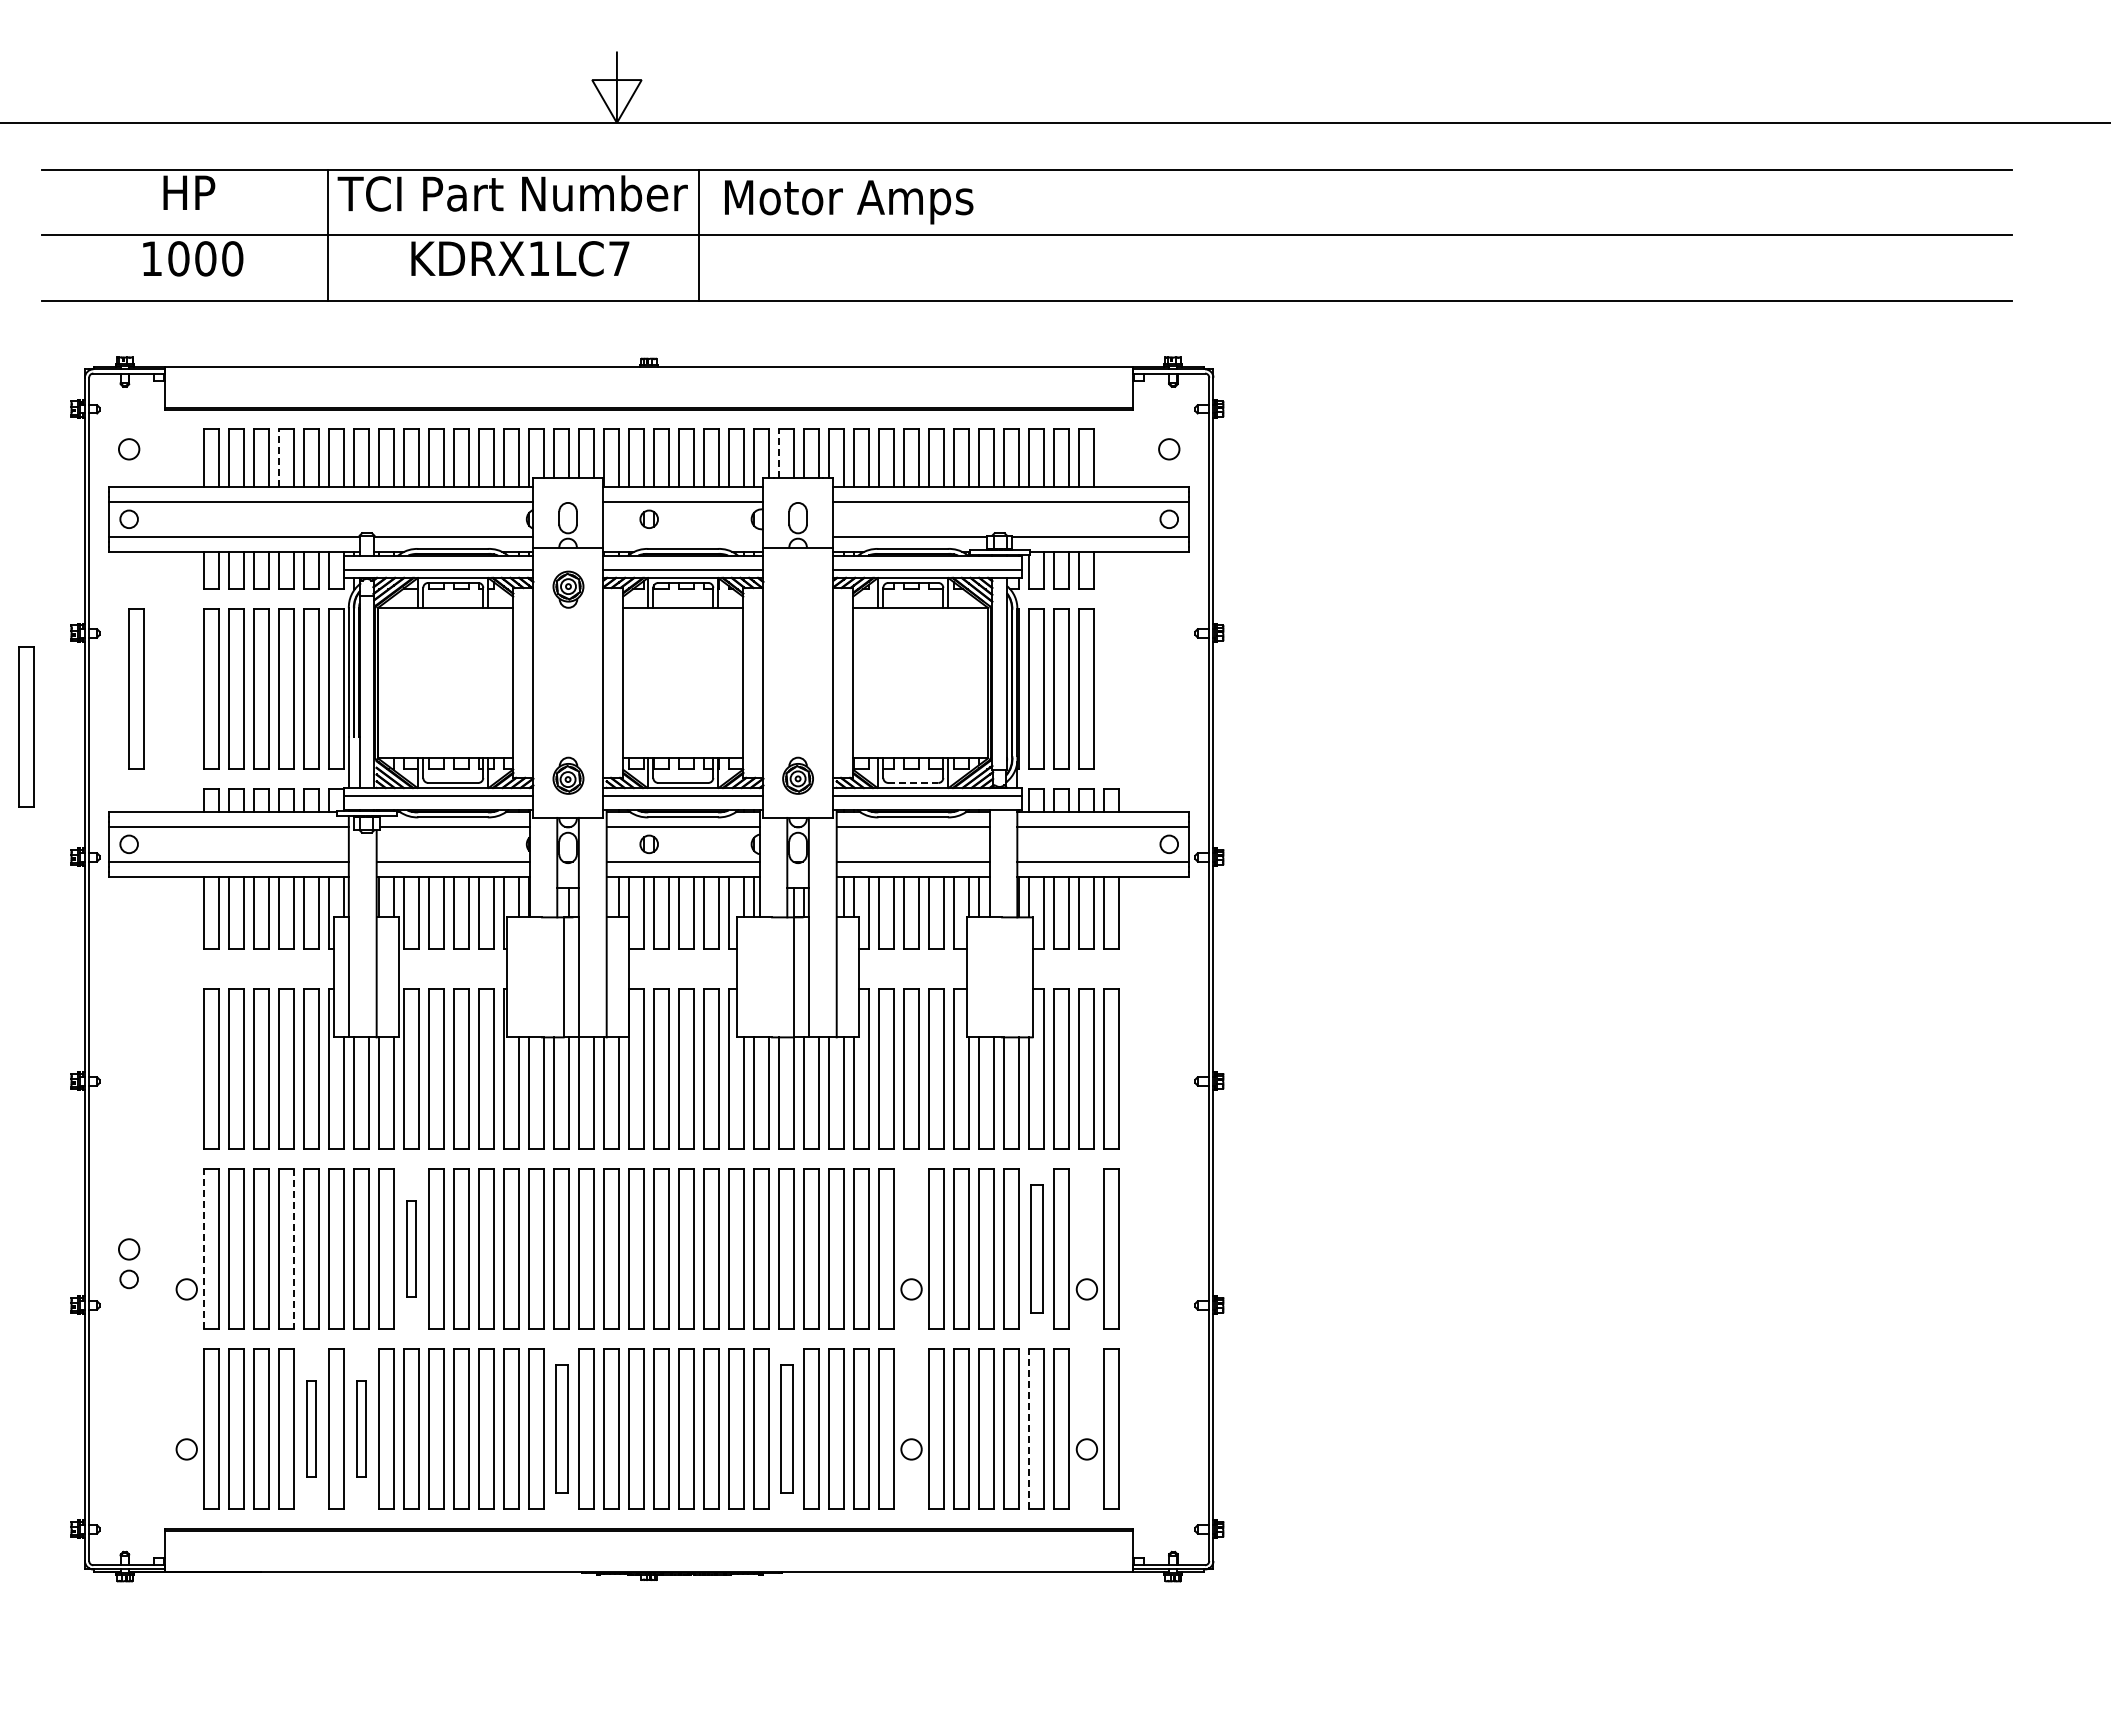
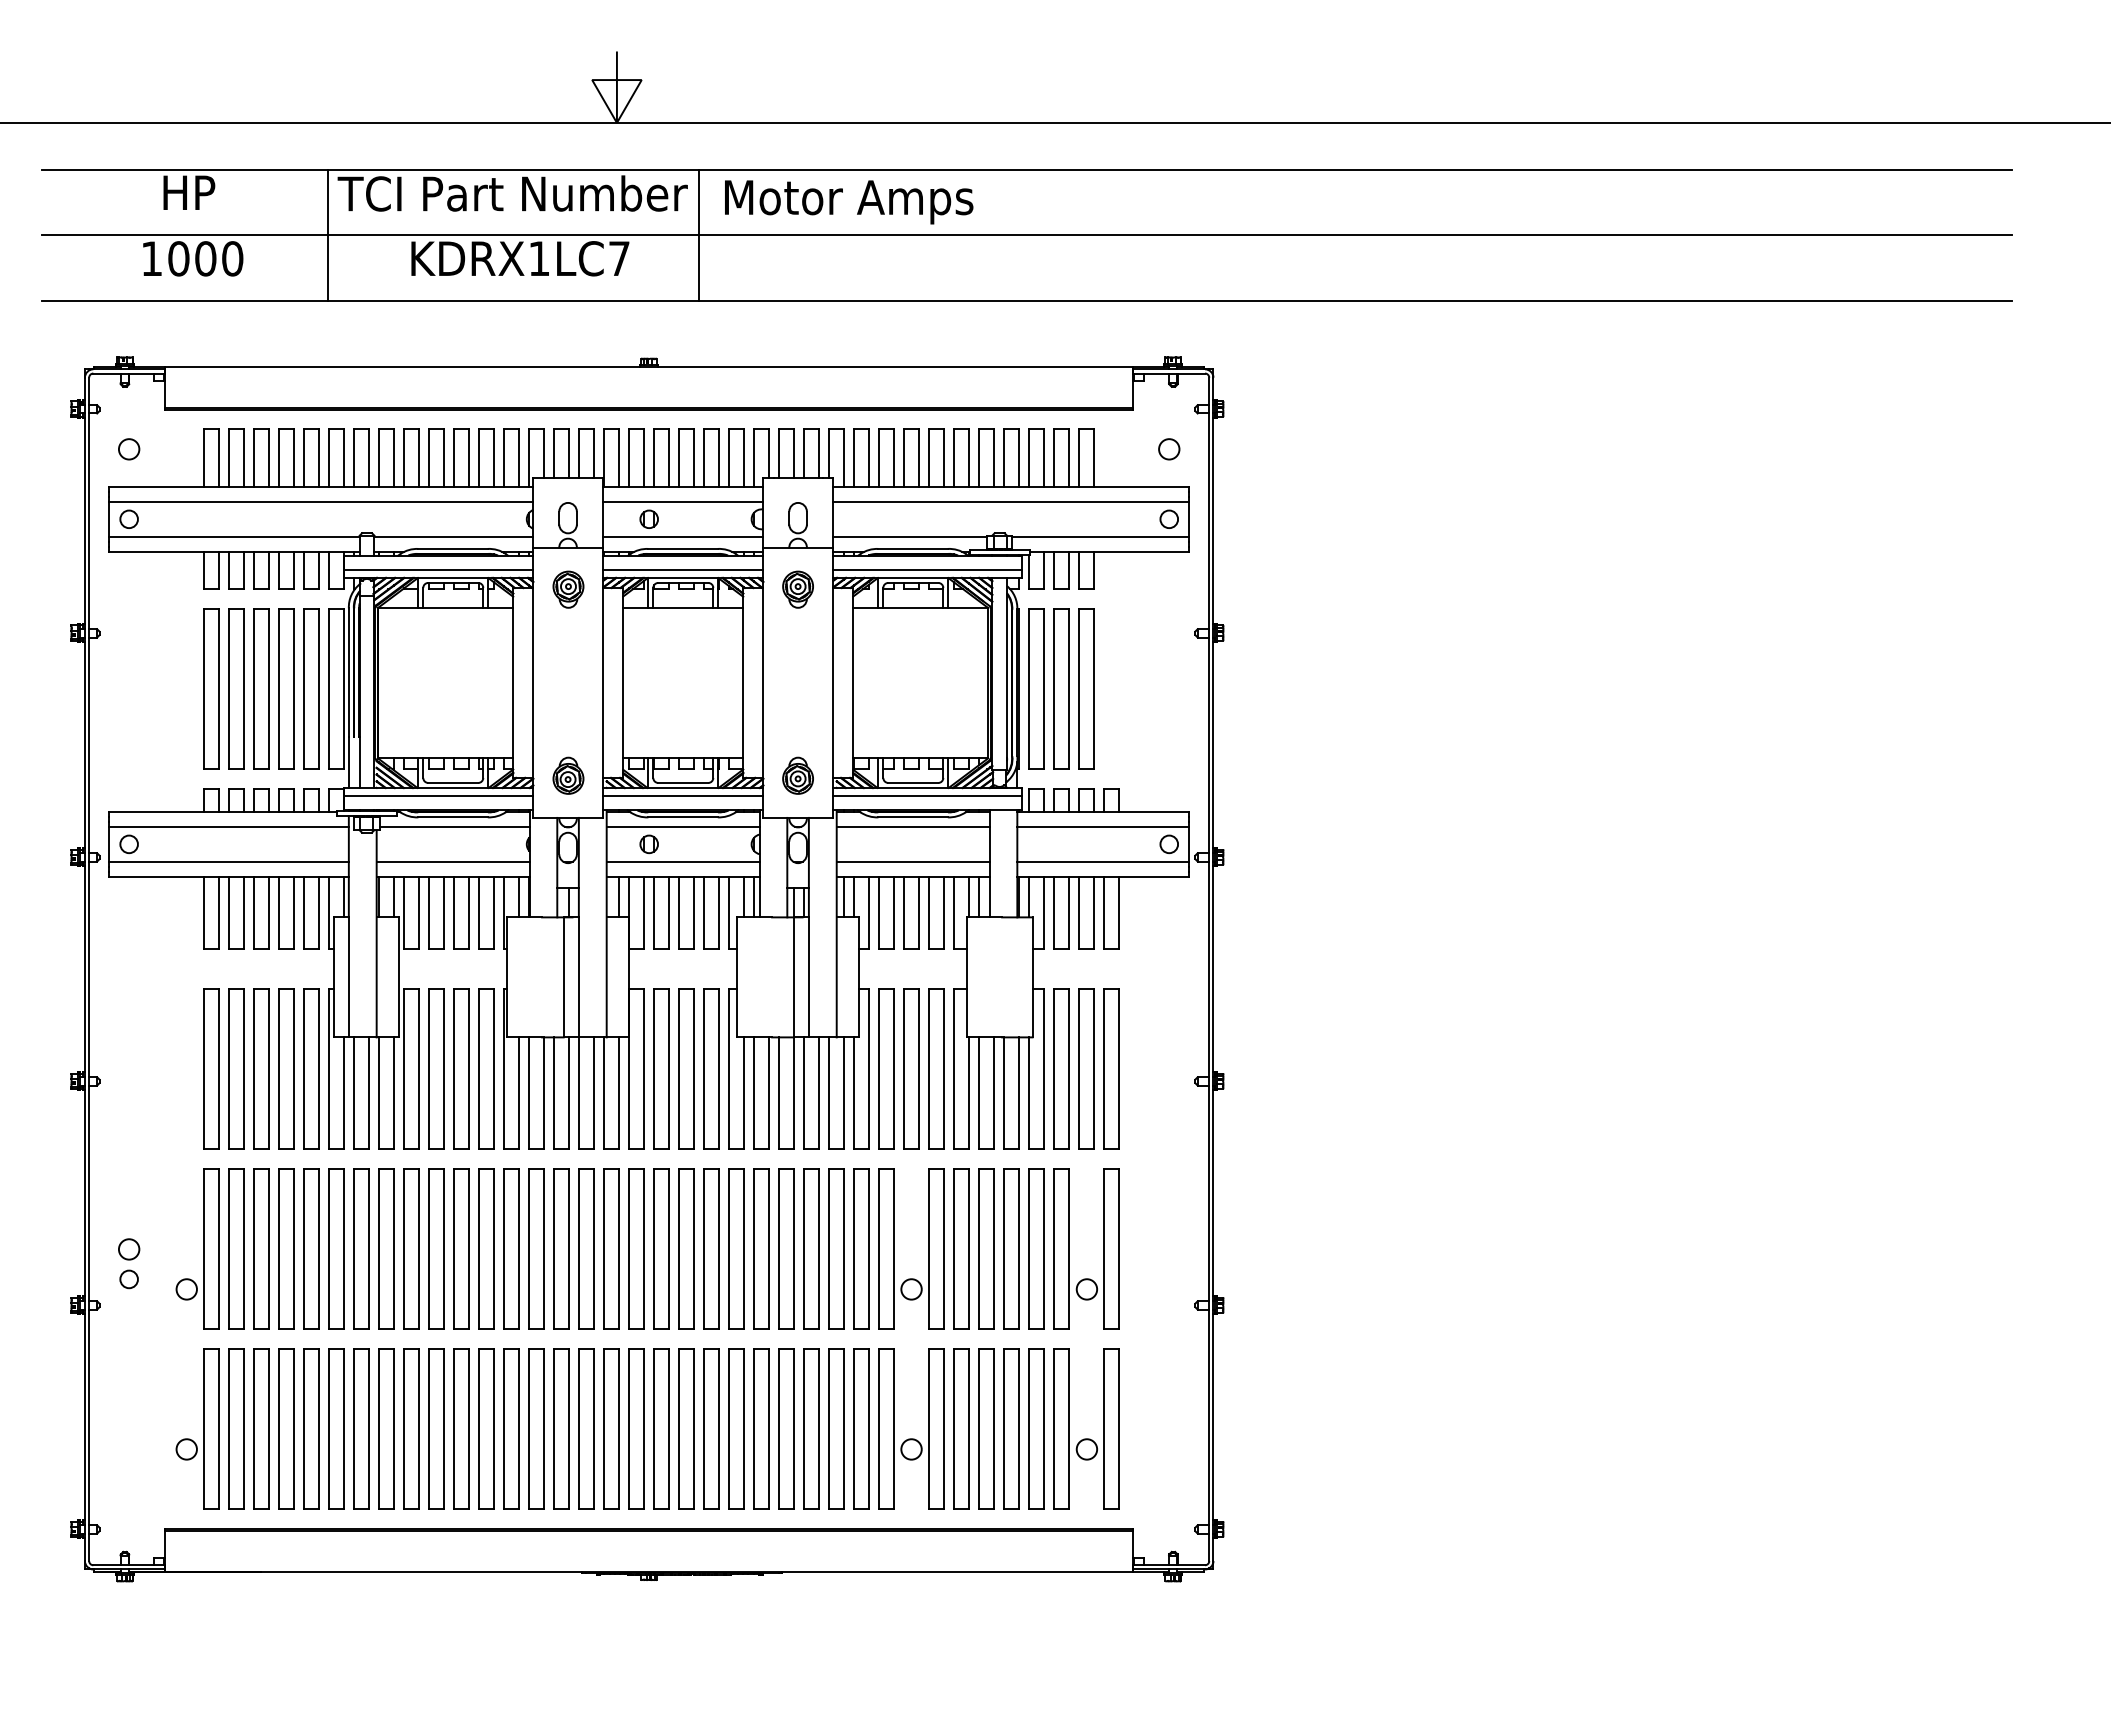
line at (779, 453): dashed -> solid
line at (279, 458): dashed -> solid
line at (683, 536): none -> present
part at (797, 589): none -> present
part at (136, 688): present -> none
part at (26, 726): present -> none
line at (913, 782): dashed -> solid
line at (203, 1248): dashed -> solid
part at (411, 1248) size: 11x98 px -> 17x162 px
part at (1036, 1248) size: 14x130 px -> 17x162 px
line at (293, 1249): dashed -> solid
part at (311, 1428) size: 11x98 px -> 17x162 px
part at (361, 1428) size: 11x98 px -> 17x162 px
part at (561, 1428) size: 14x130 px -> 17x162 px
part at (786, 1428) size: 14x130 px -> 17x162 px
line at (1029, 1428): dashed -> solid
